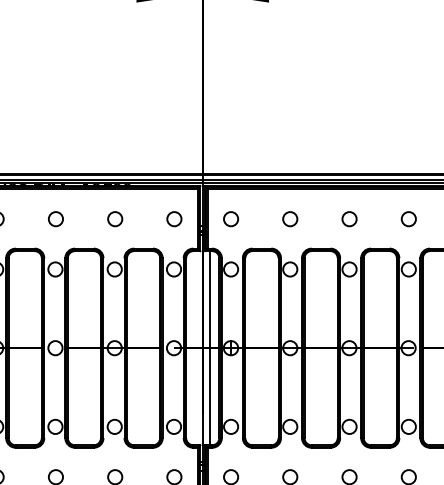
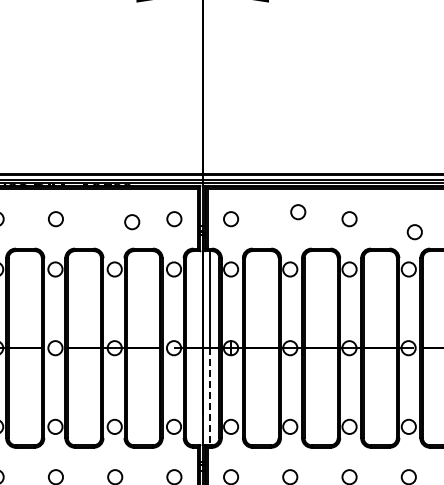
circle at (115, 219) position: (115, 219) -> (132, 222)
circle at (290, 219) position: (290, 219) -> (298, 212)
circle at (408, 219) position: (408, 219) -> (414, 232)
line at (209, 397): solid -> dashed
